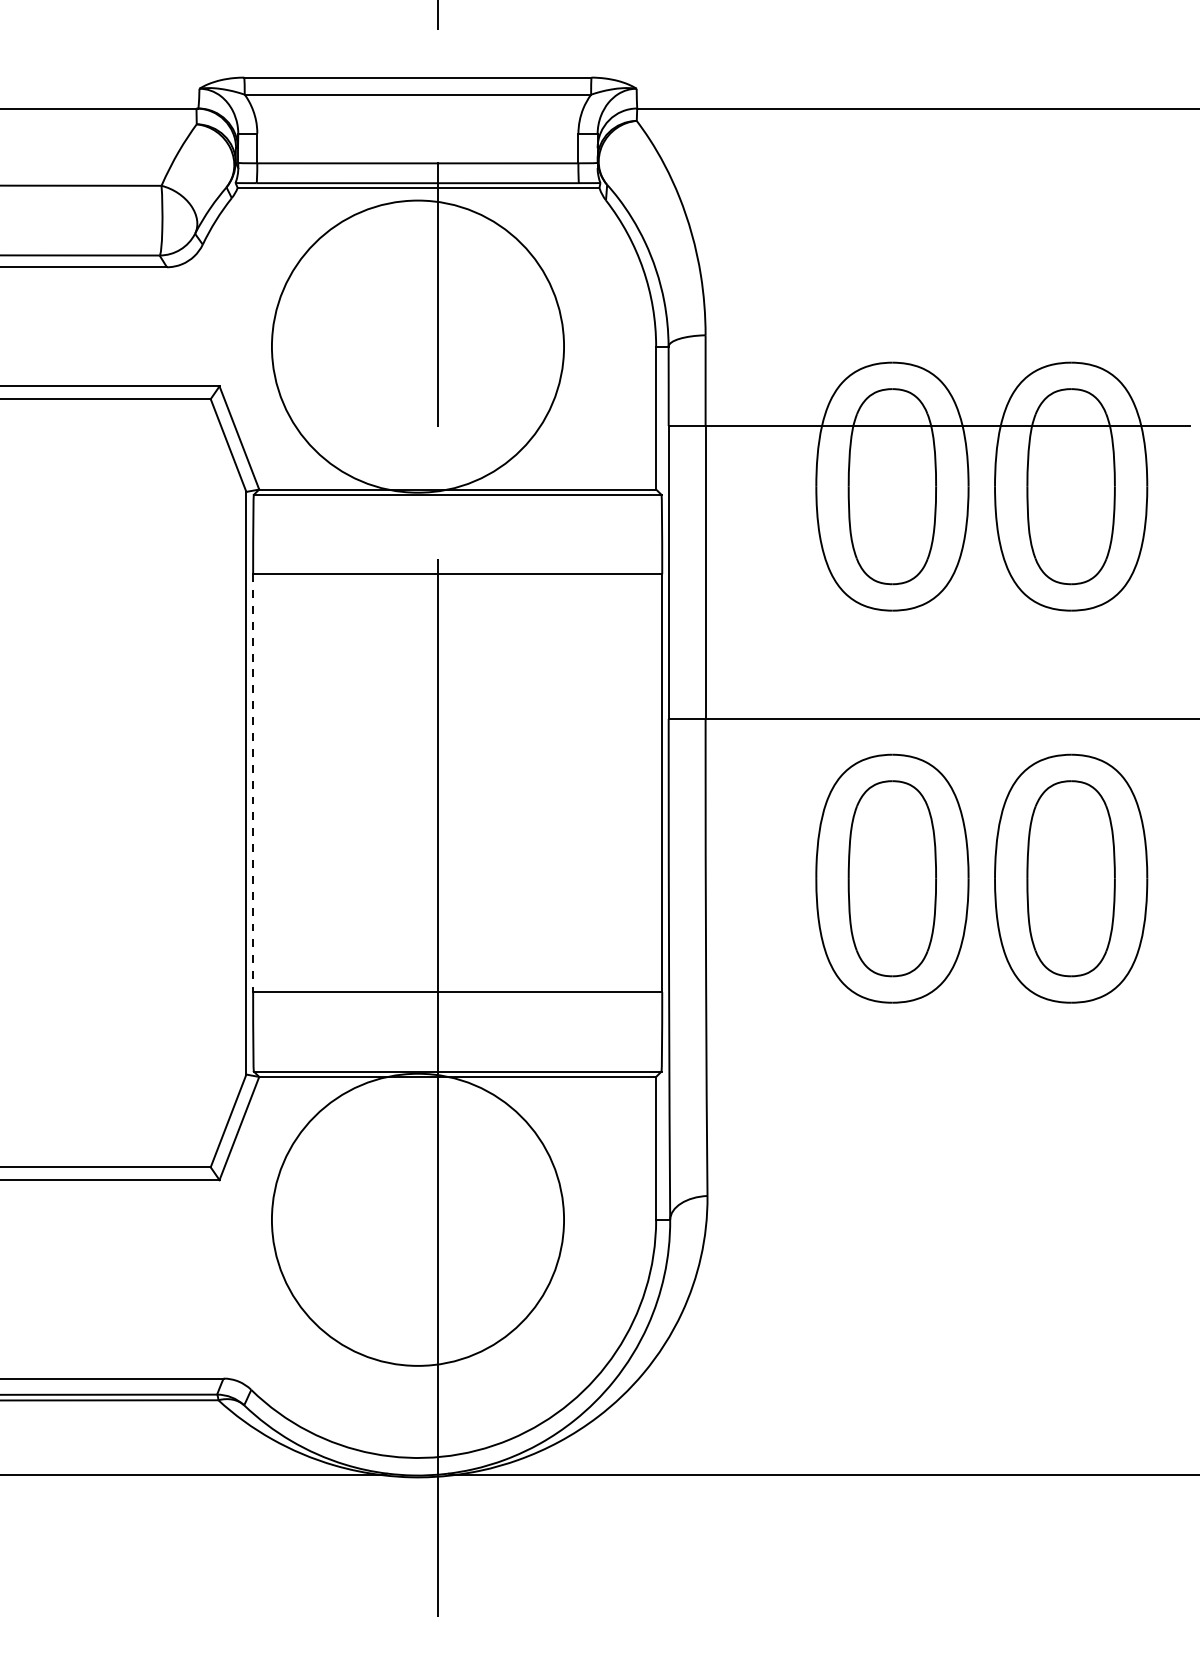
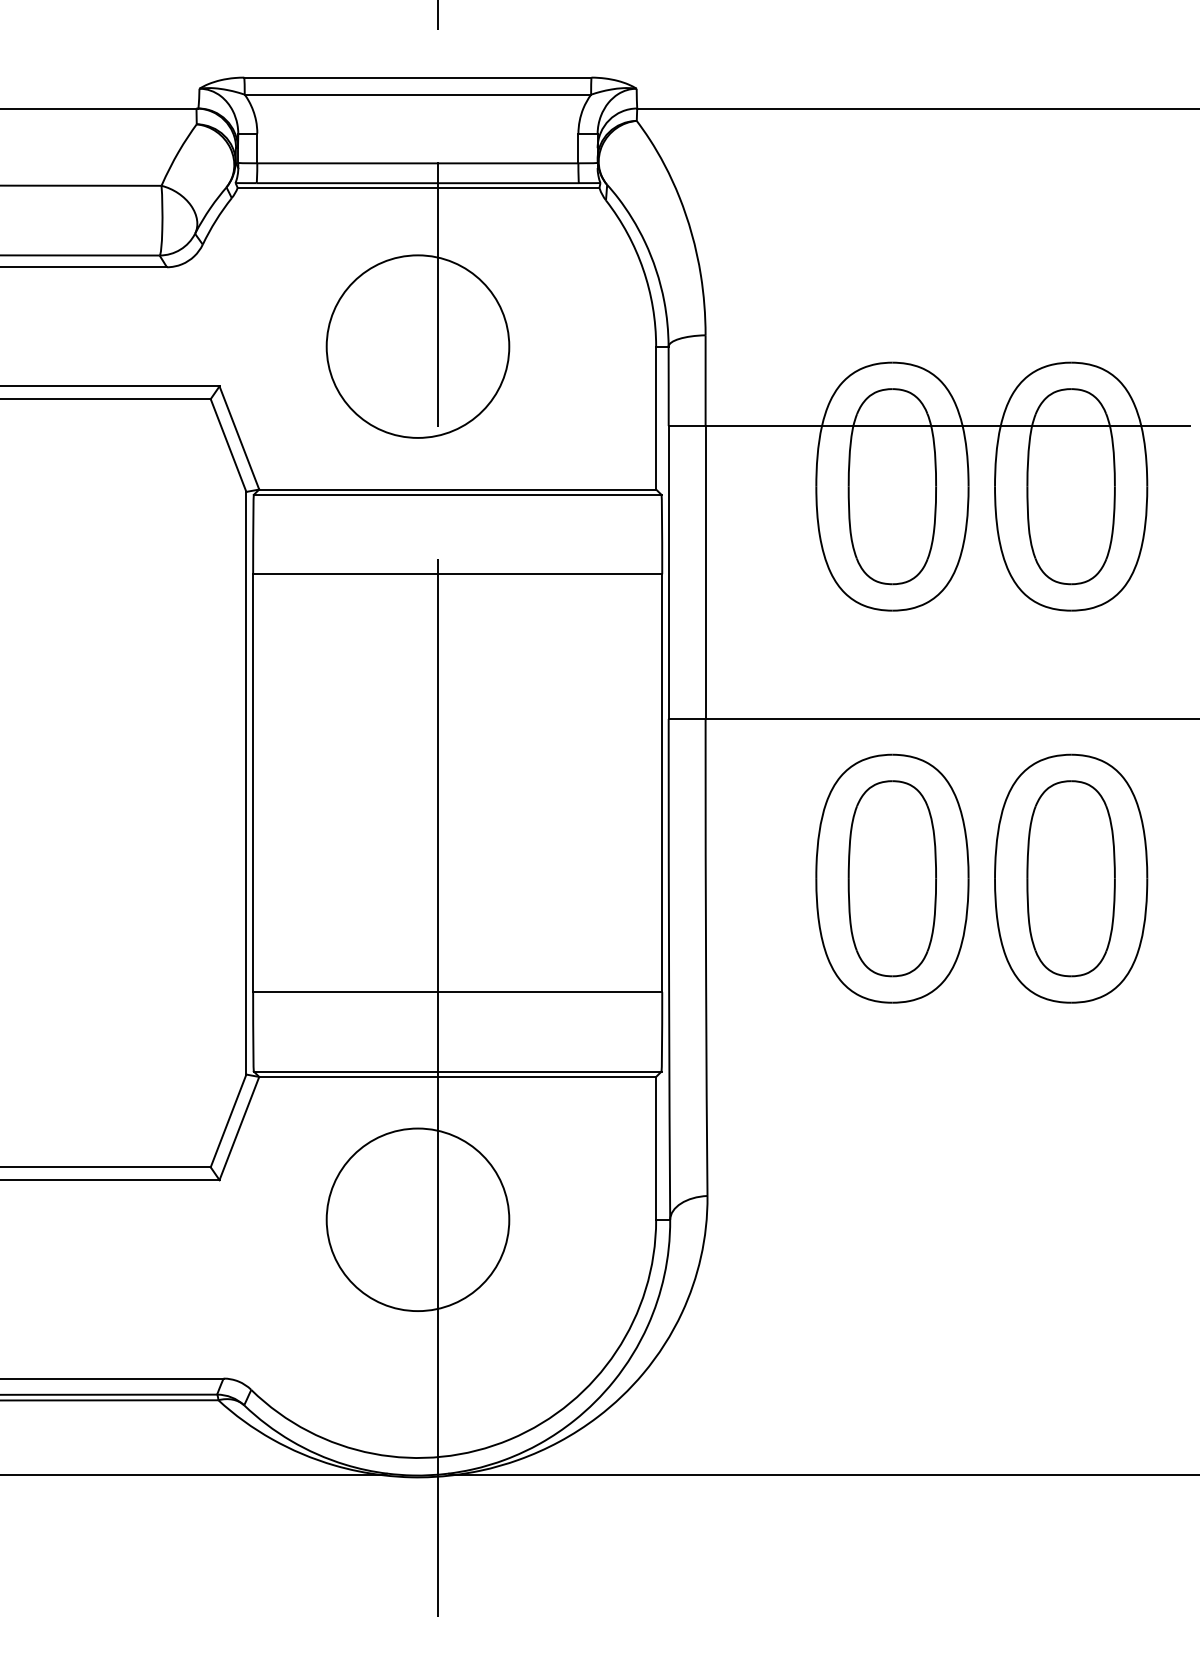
circle at (417, 346) diameter: 292 px -> 183 px
line at (253, 783): dashed -> solid
circle at (417, 1219) diameter: 292 px -> 183 px
